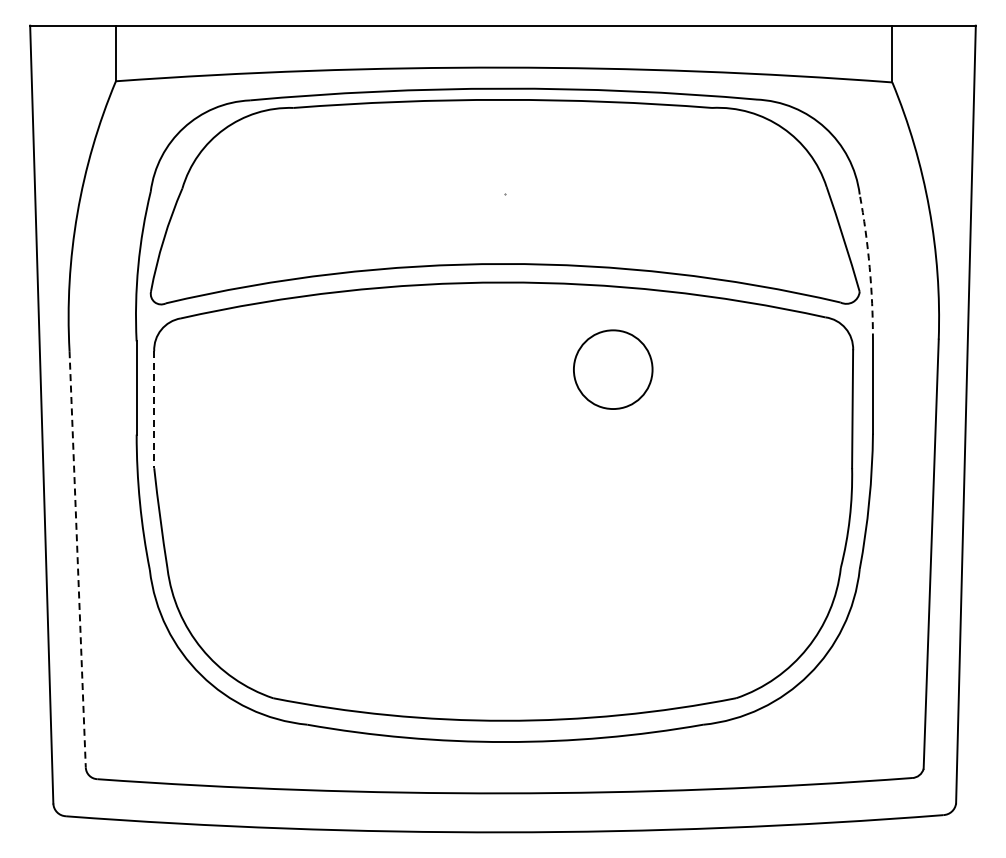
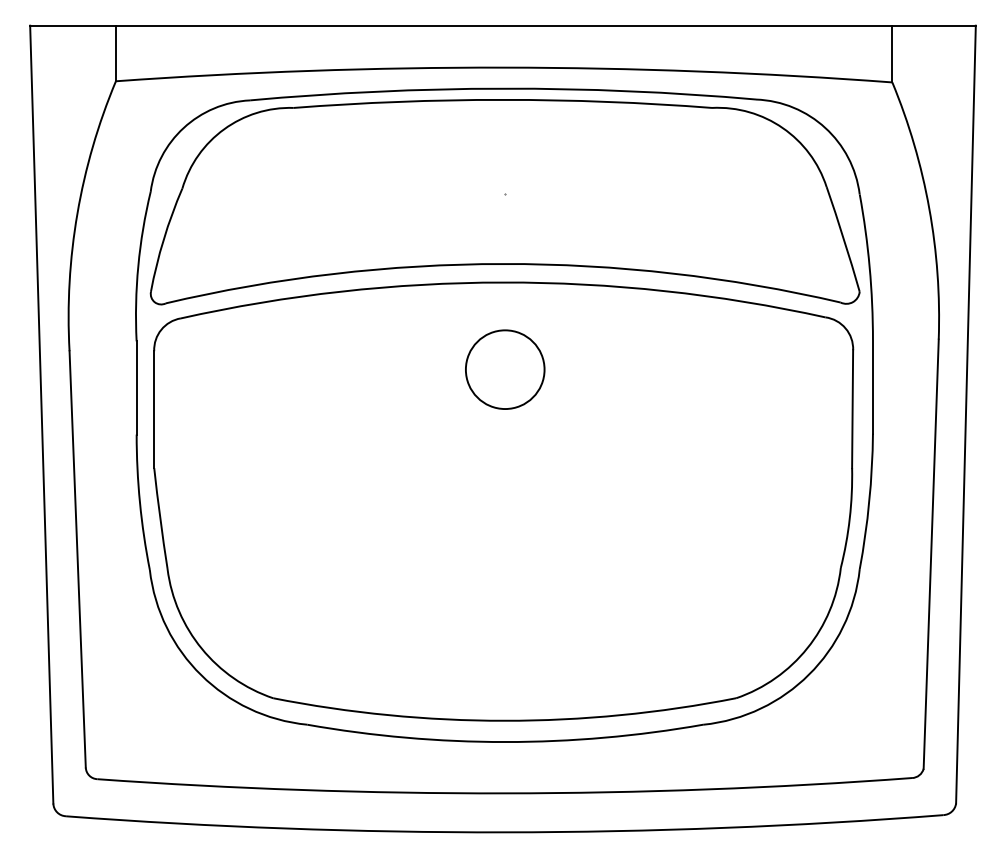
arc at (869, 267): dashed -> solid
circle at (613, 369) position: (613, 369) -> (505, 369)
line at (154, 410): dashed -> solid
line at (77, 559): dashed -> solid
